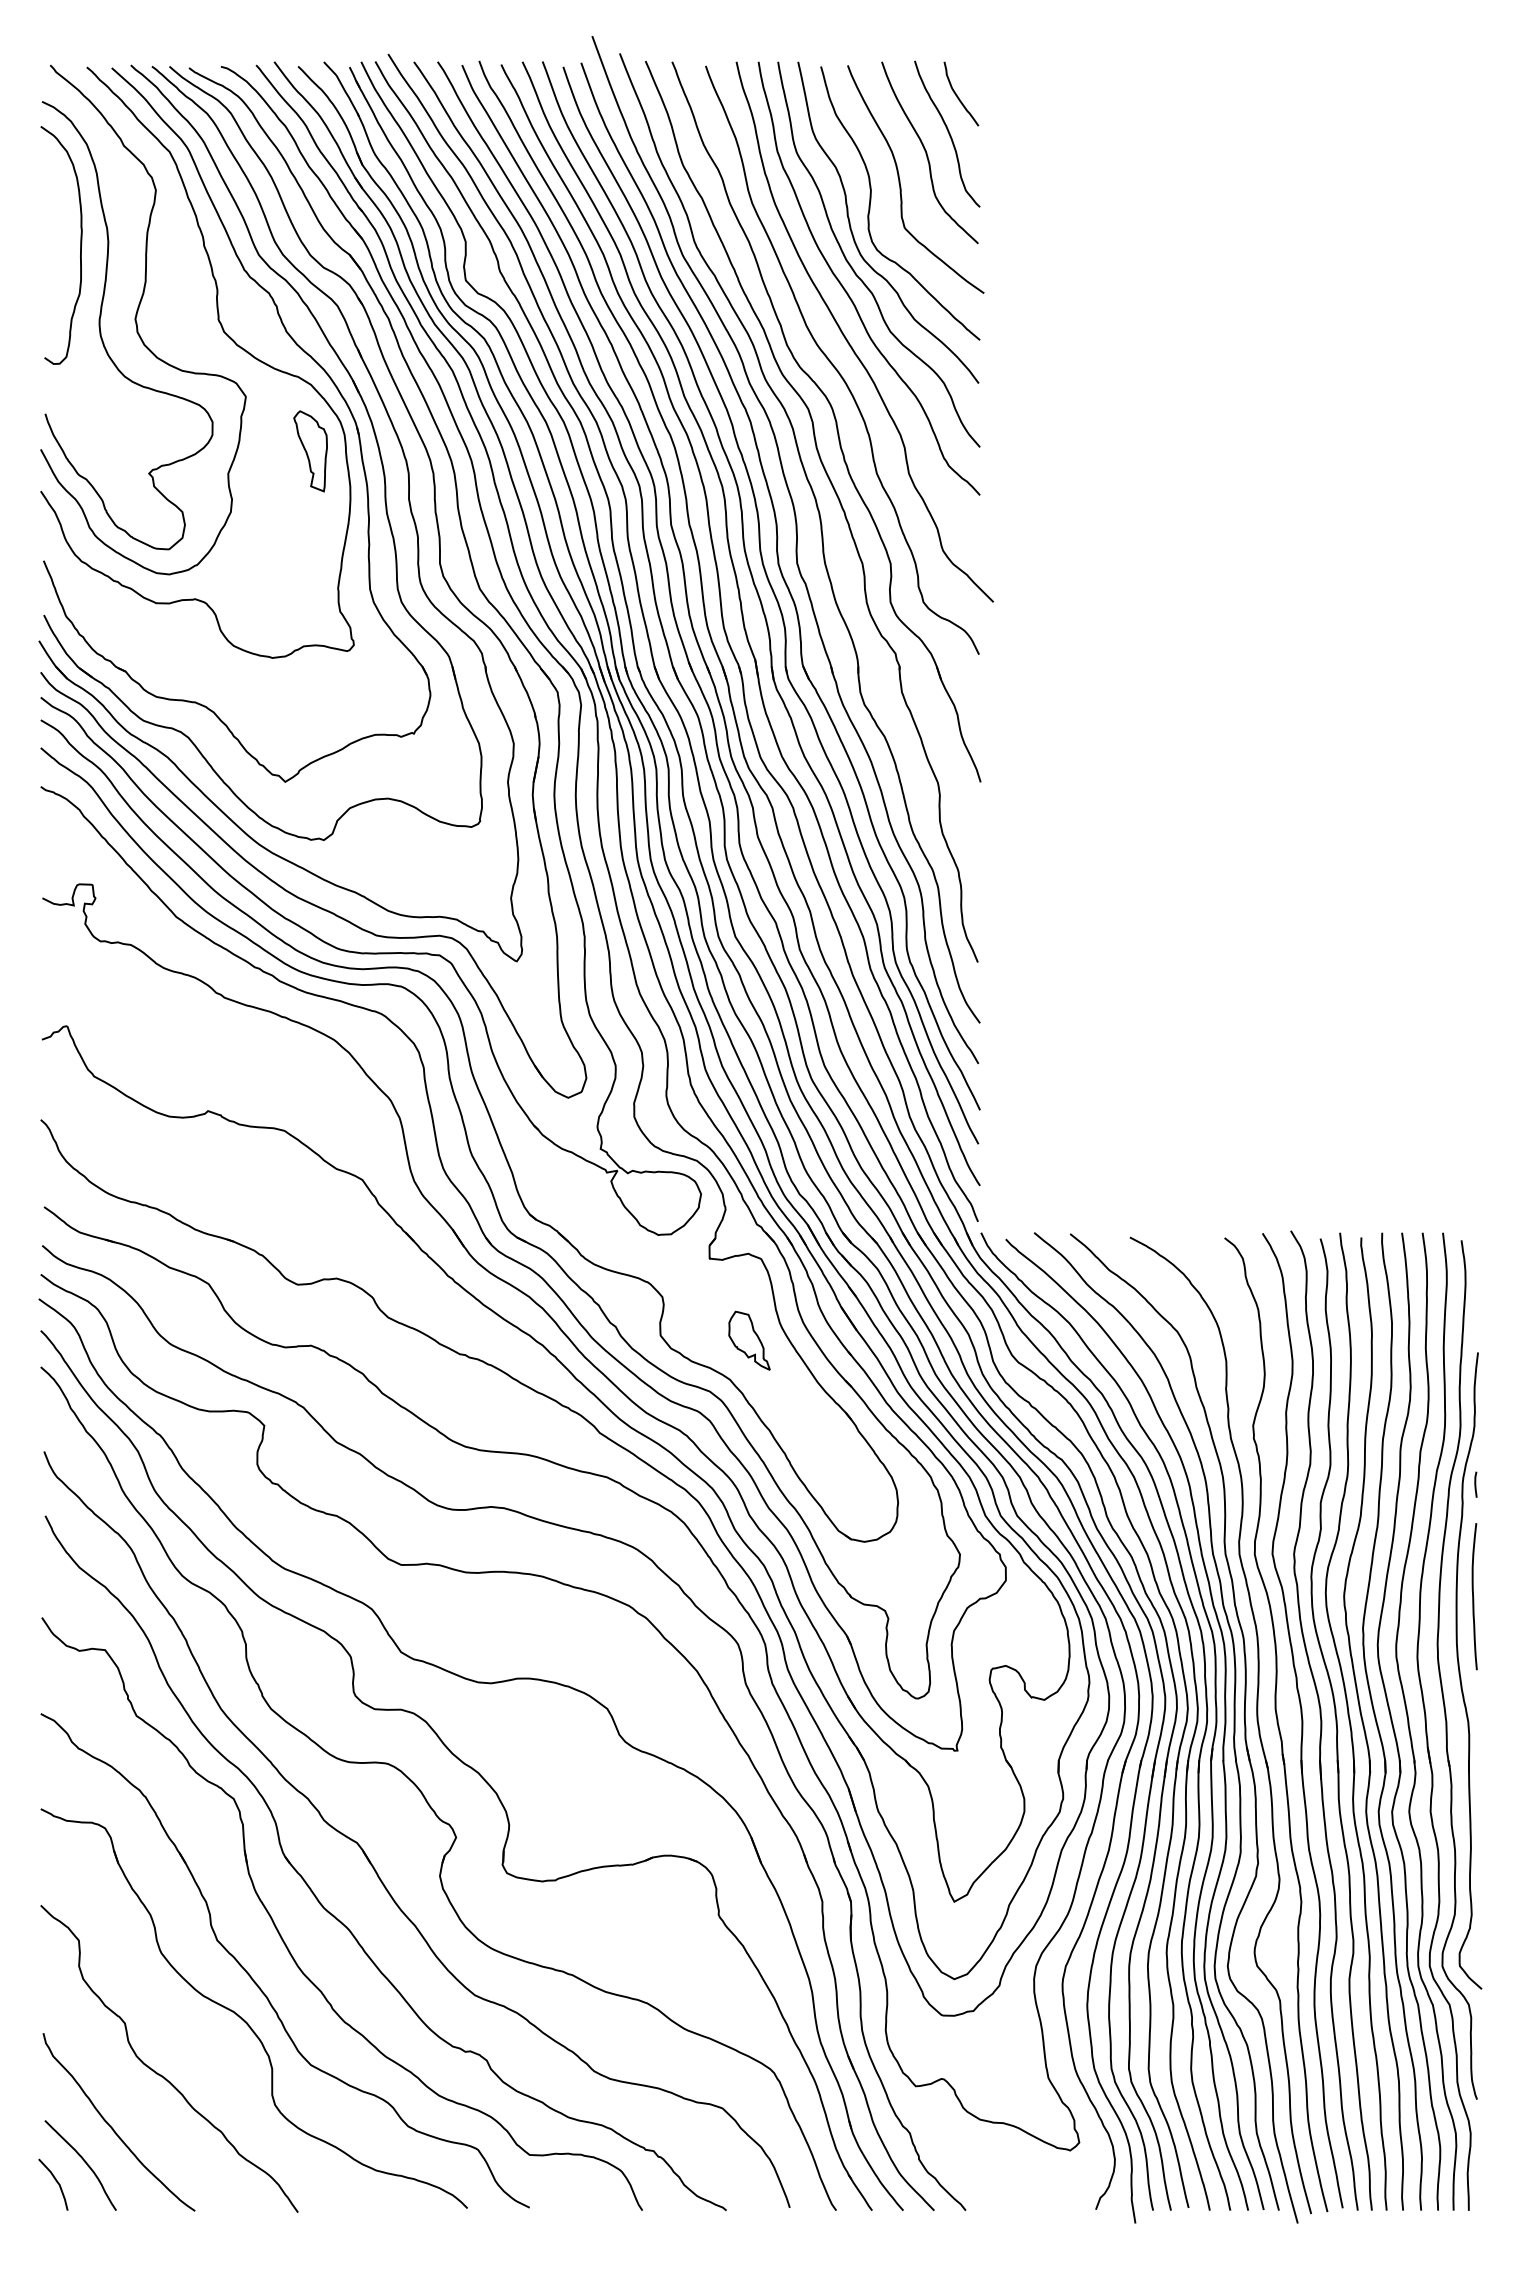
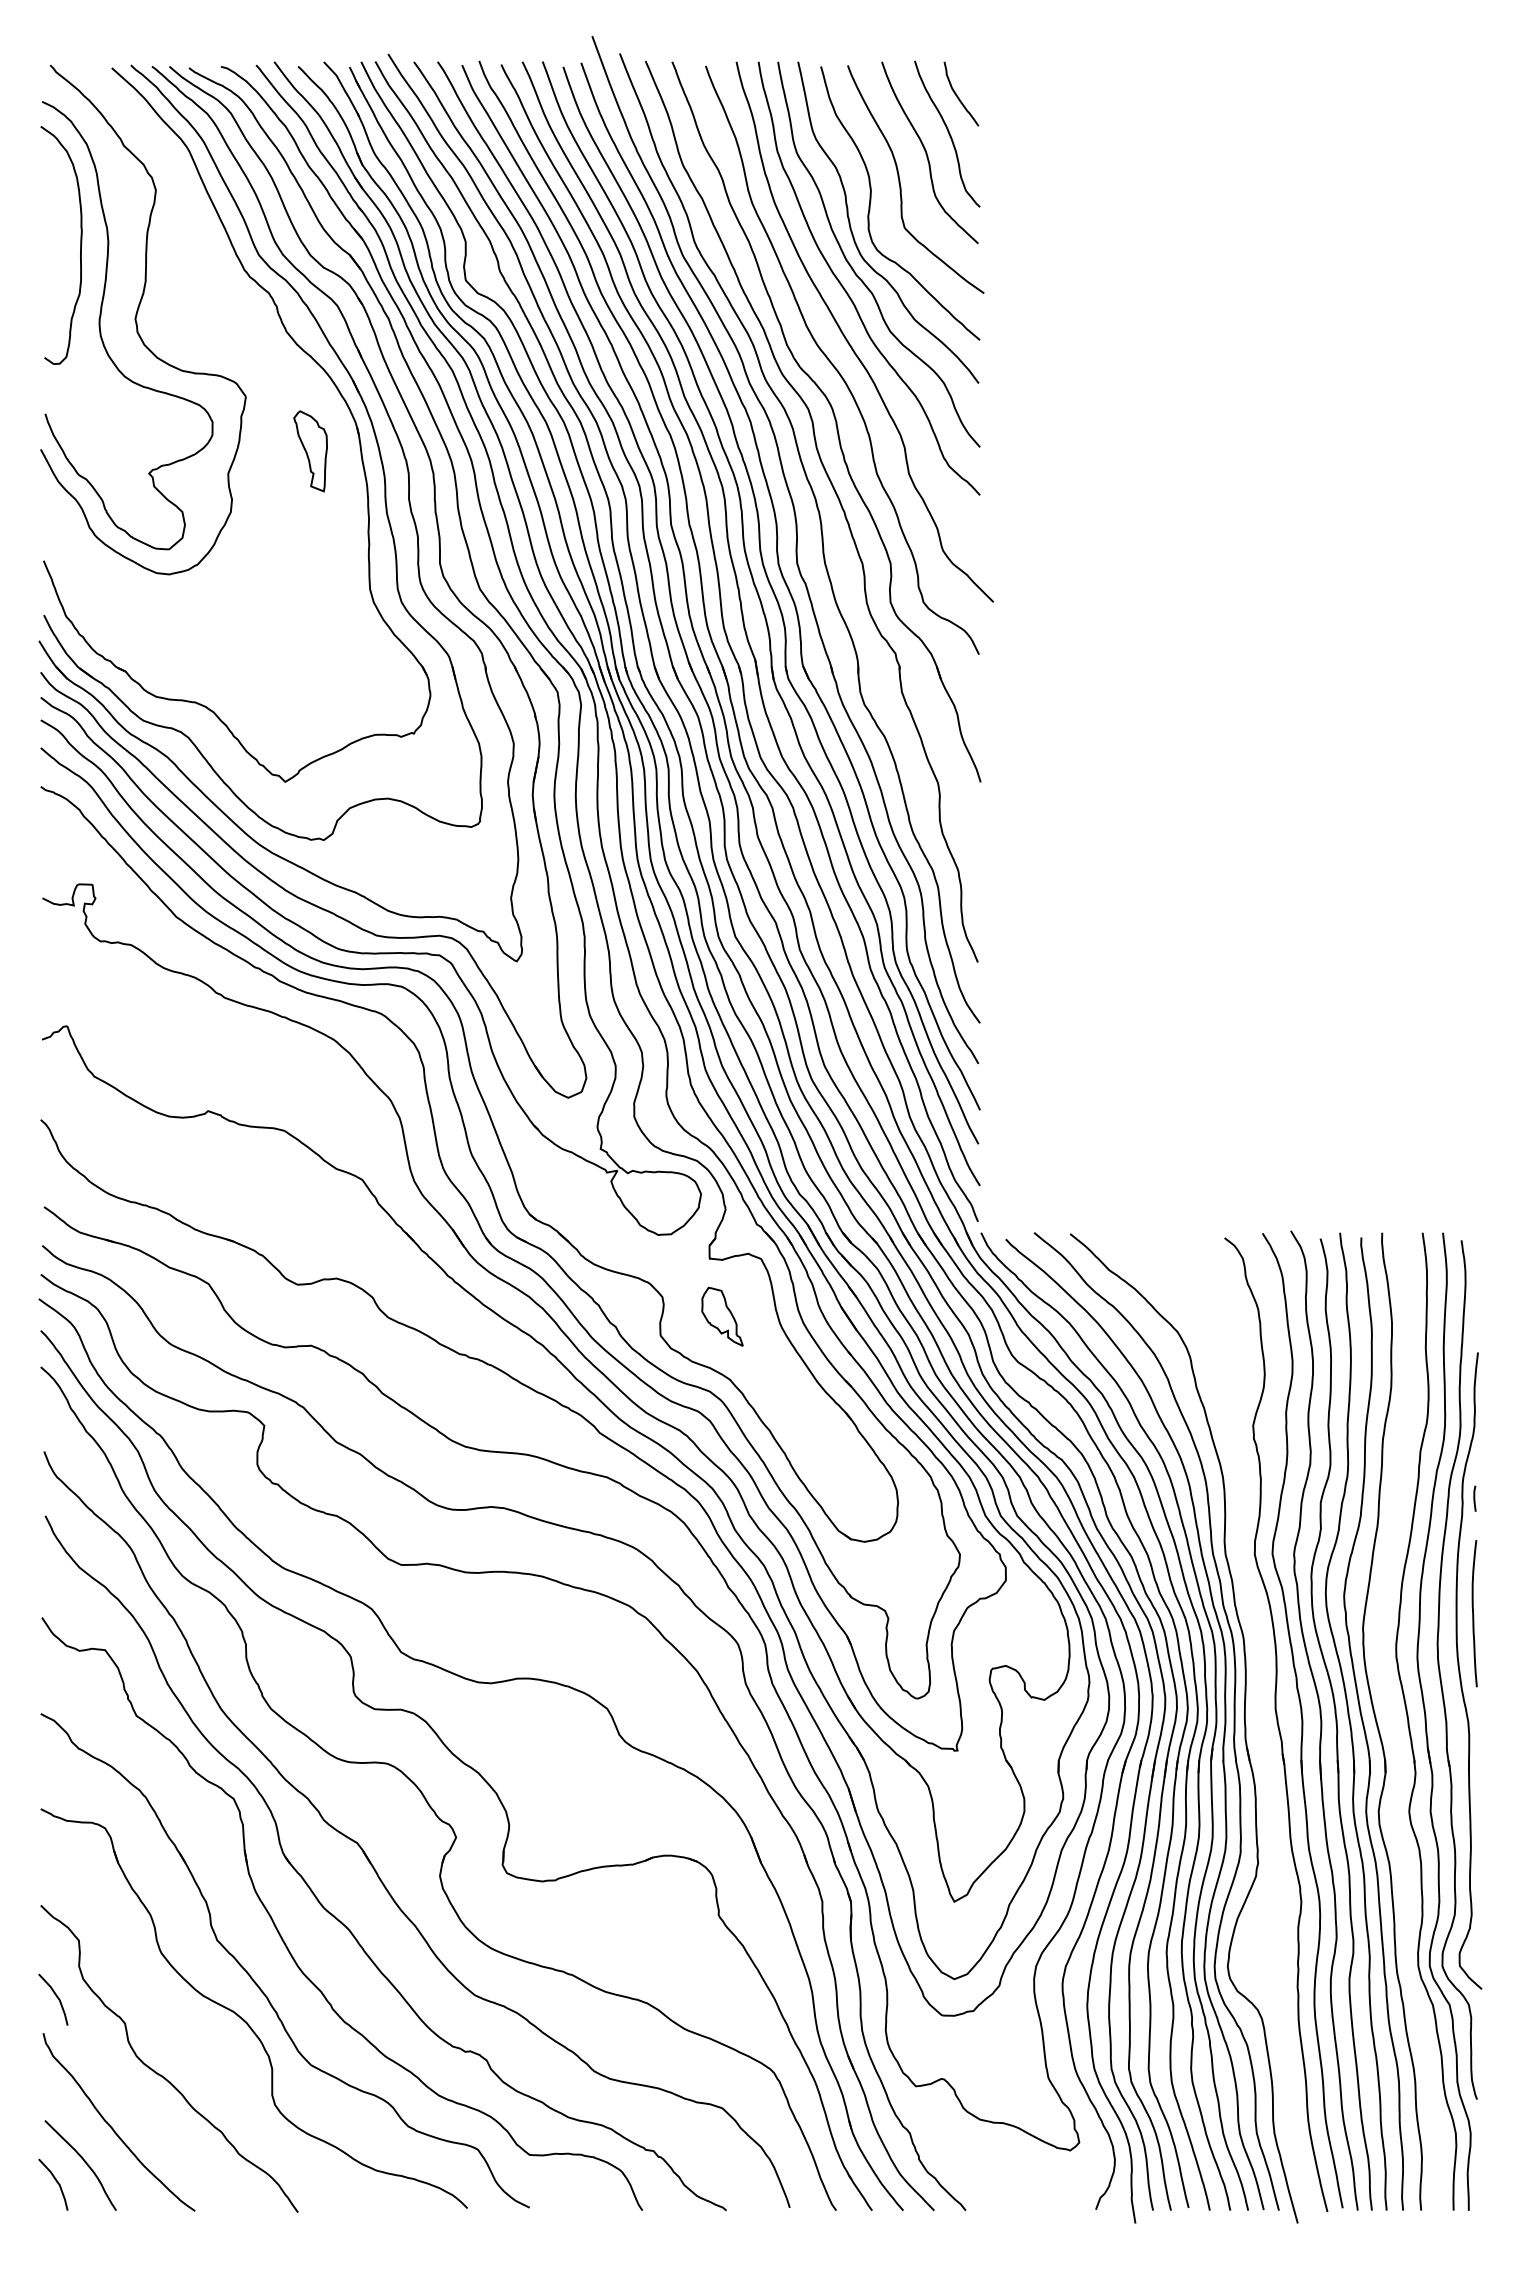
curve at (225, 334): present -> none
part at (749, 1340) position: (749, 1340) -> (722, 1316)
line at (1475, 1484) position: (1475, 1484) -> (1474, 1498)
curve at (1473, 1596) position: (1473, 1596) -> (1473, 1613)
part at (1256, 1721): present -> none
part at (1393, 1723): present -> none
curve at (55, 1996): none -> present
